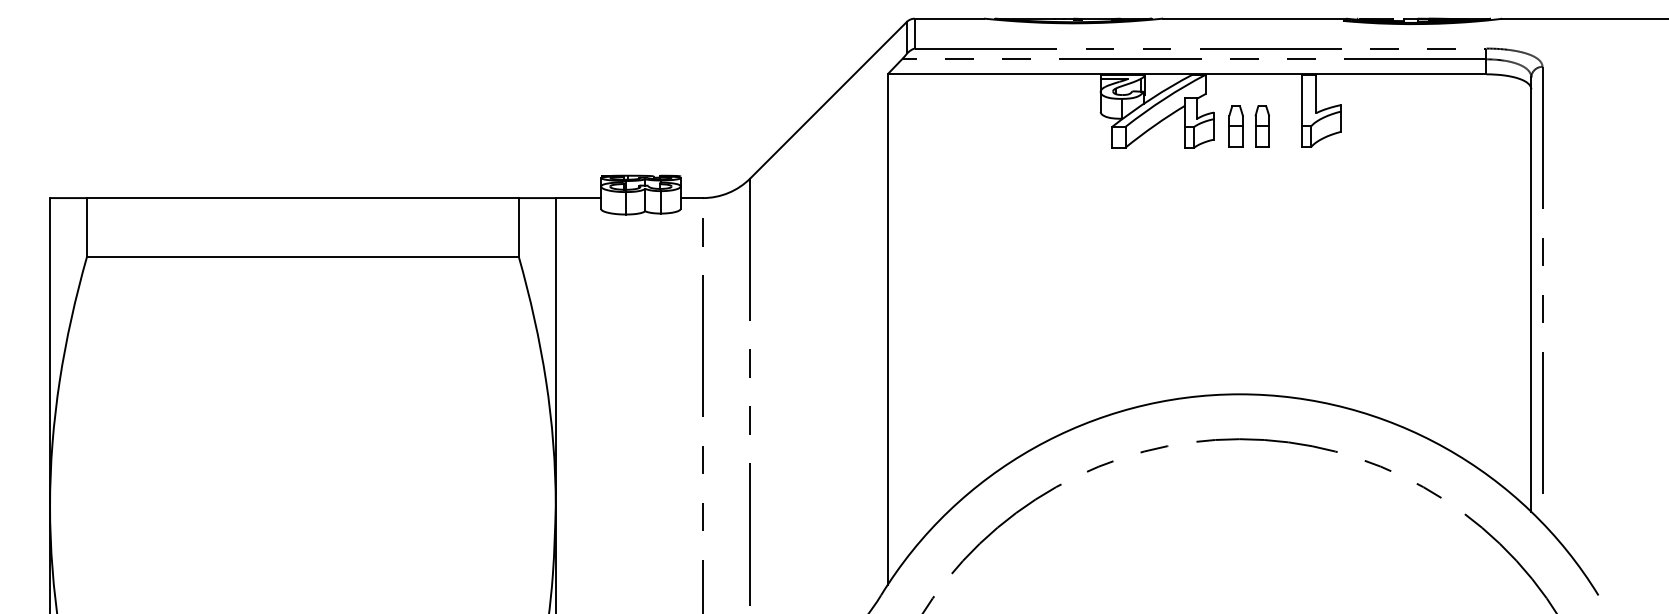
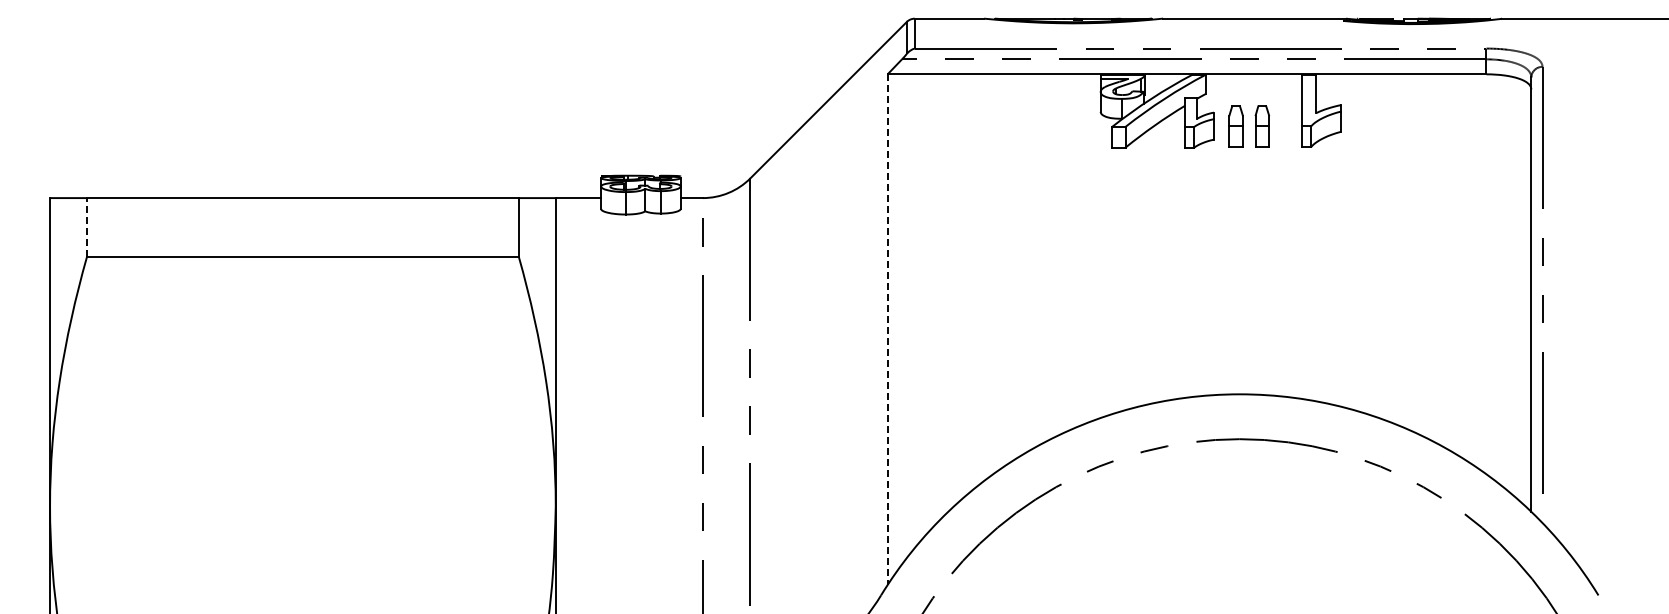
line at (86, 227): solid -> dashed
line at (887, 330): solid -> dashed
